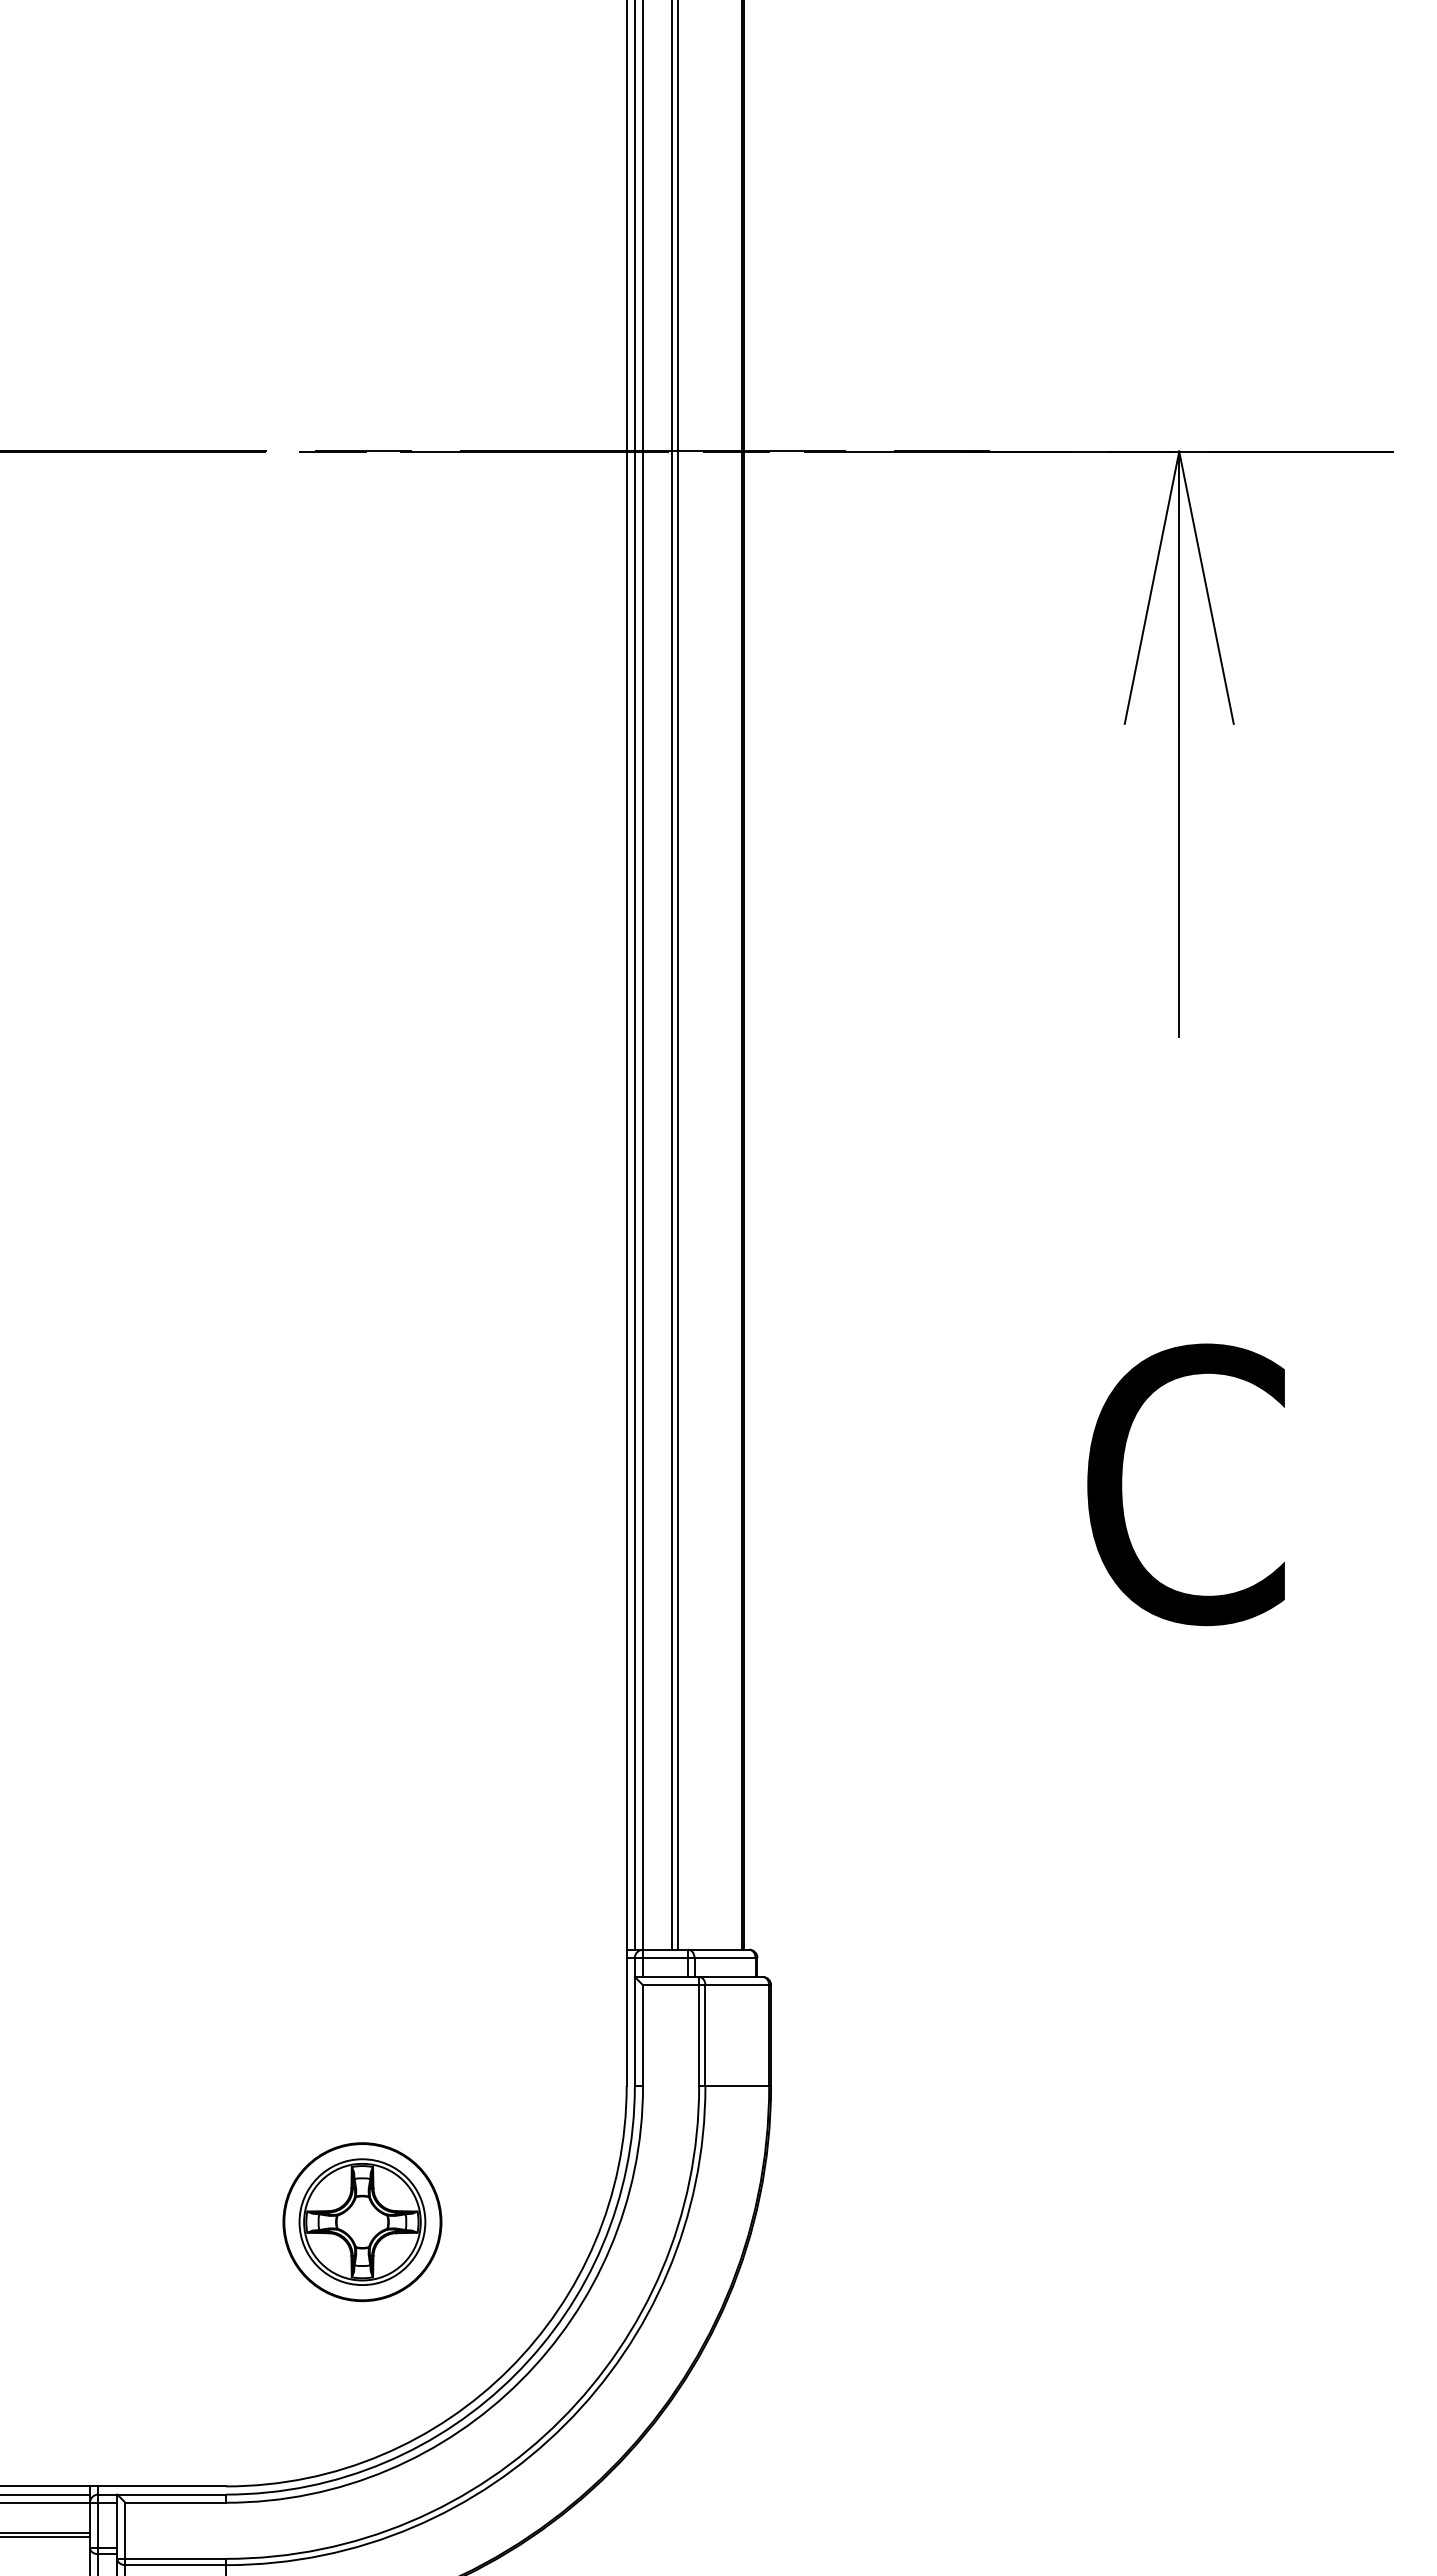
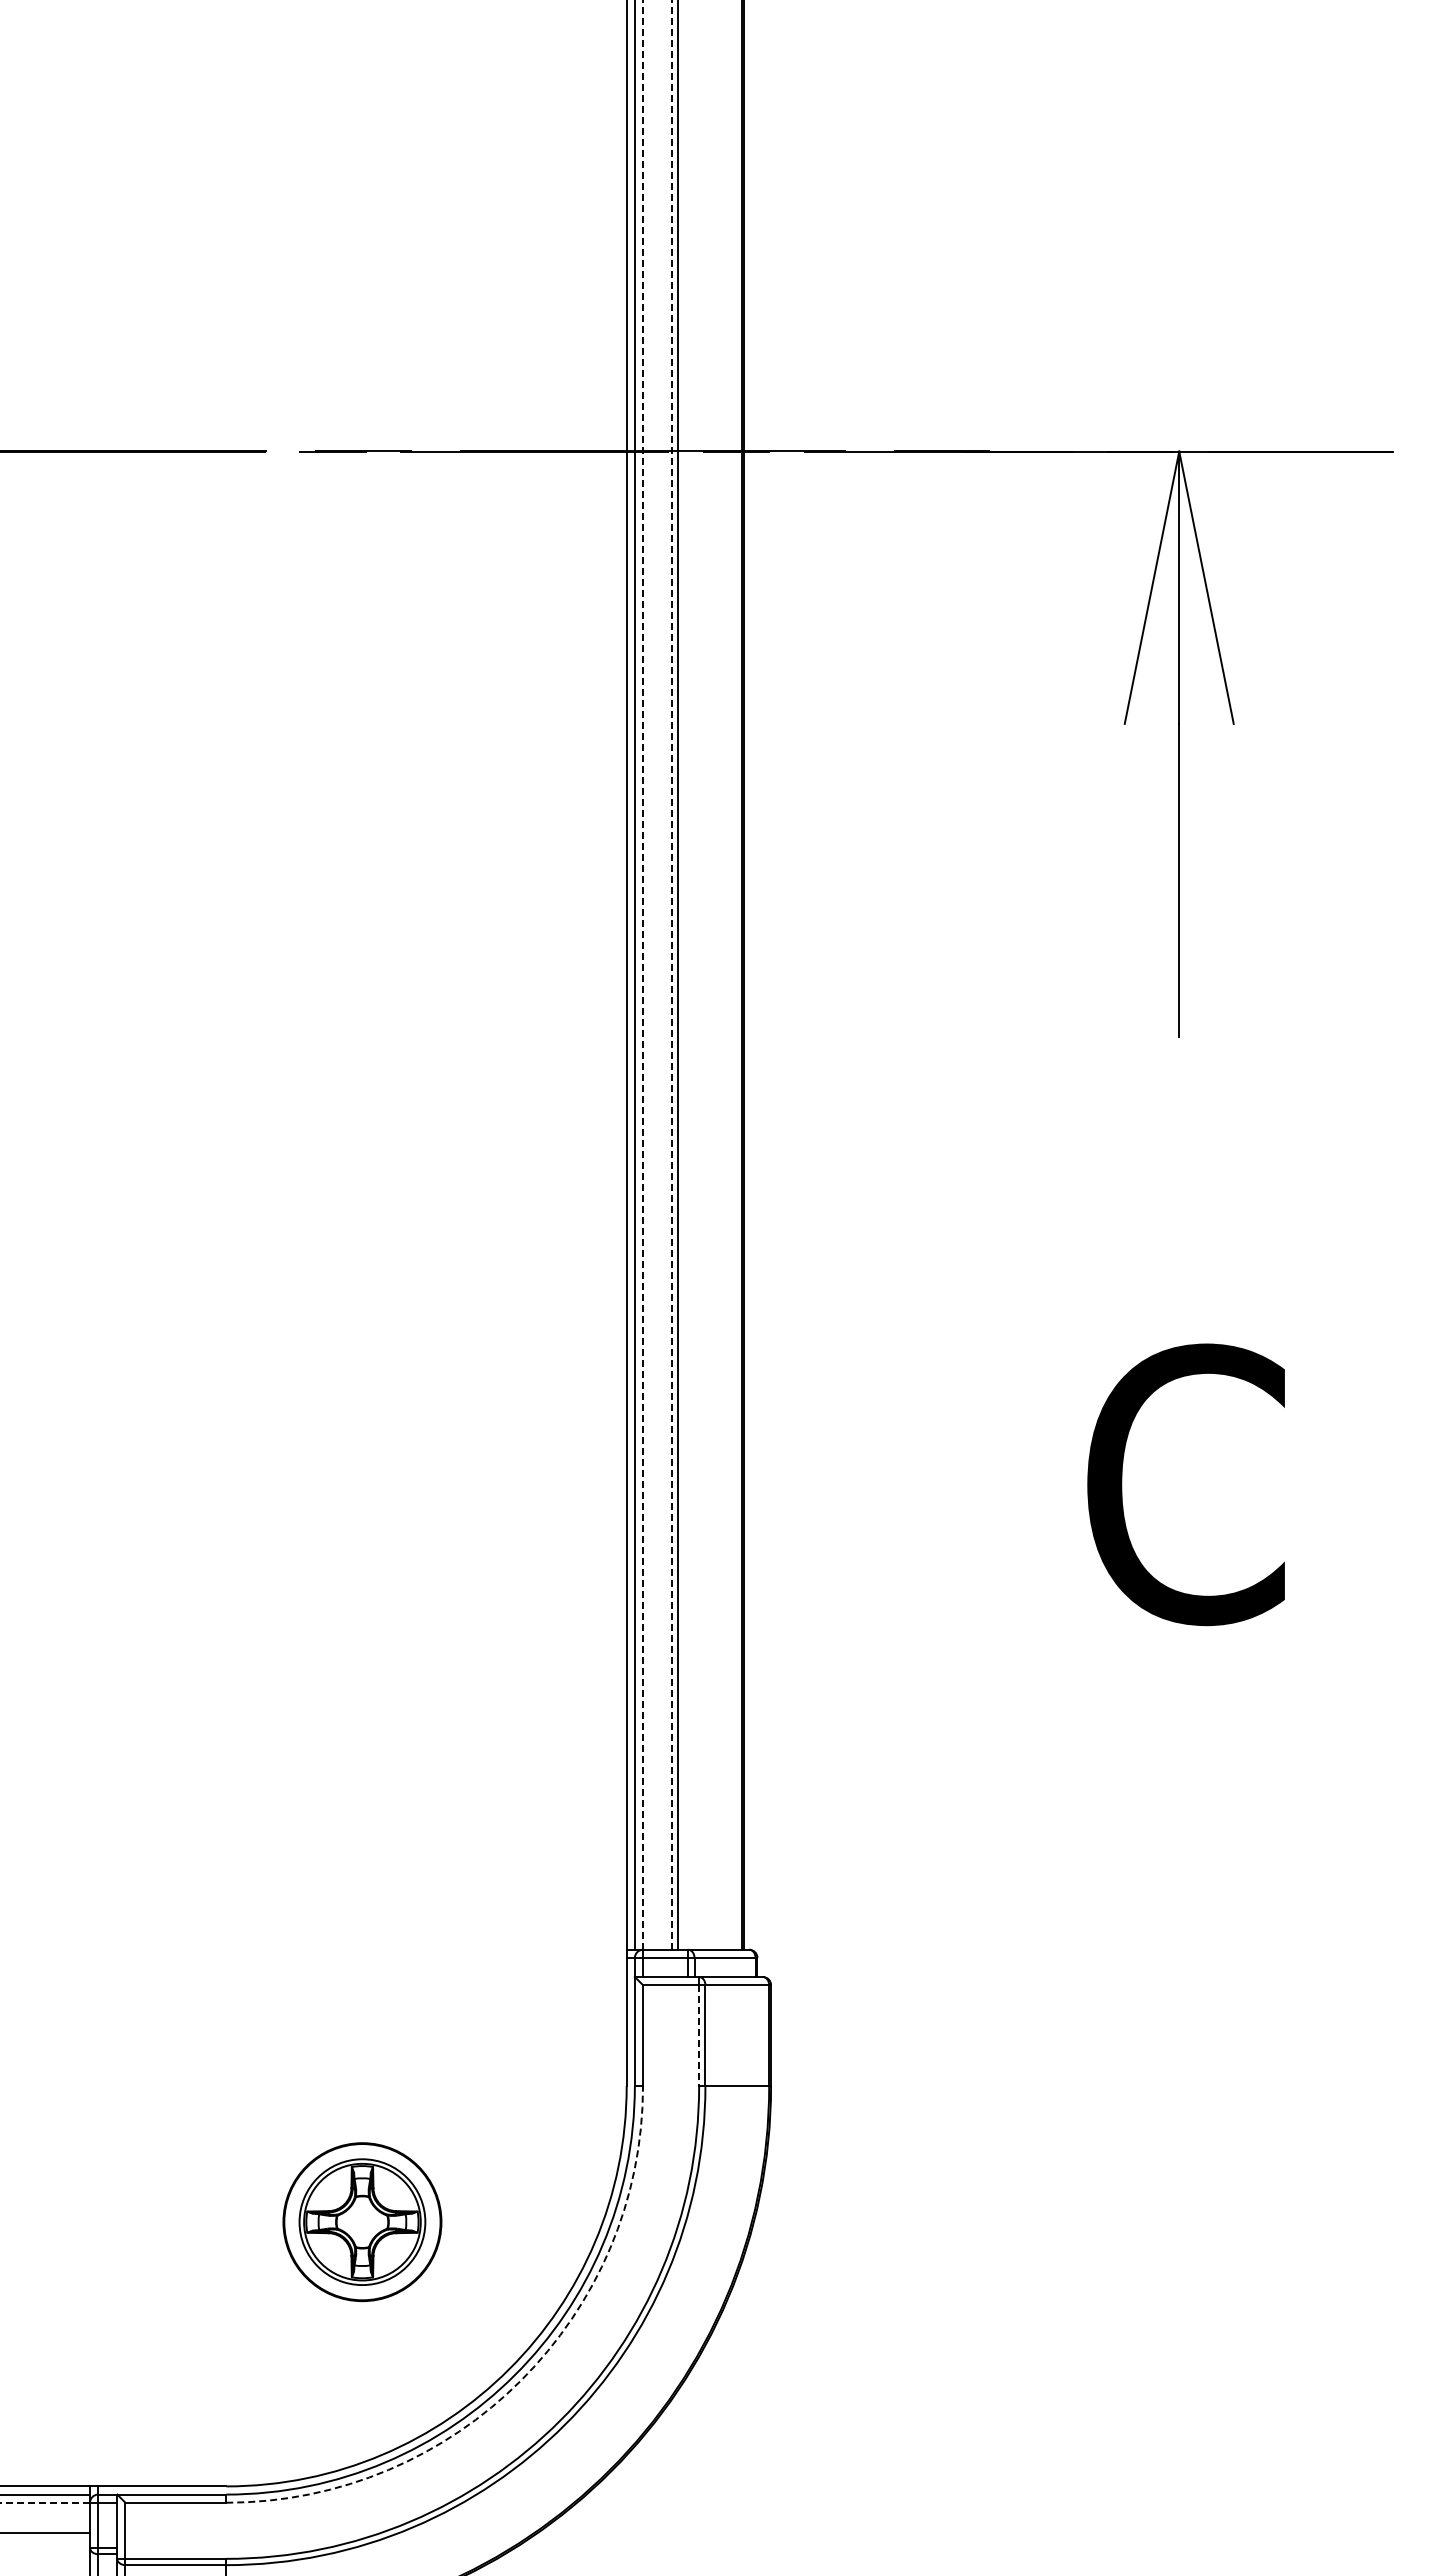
line at (643, 974): solid -> dashed
line at (671, 974): solid -> dashed
line at (699, 2036): solid -> dashed
arc at (520, 2380): solid -> dashed
line at (44, 2502): solid -> dashed
line at (46, 2537): present -> none
